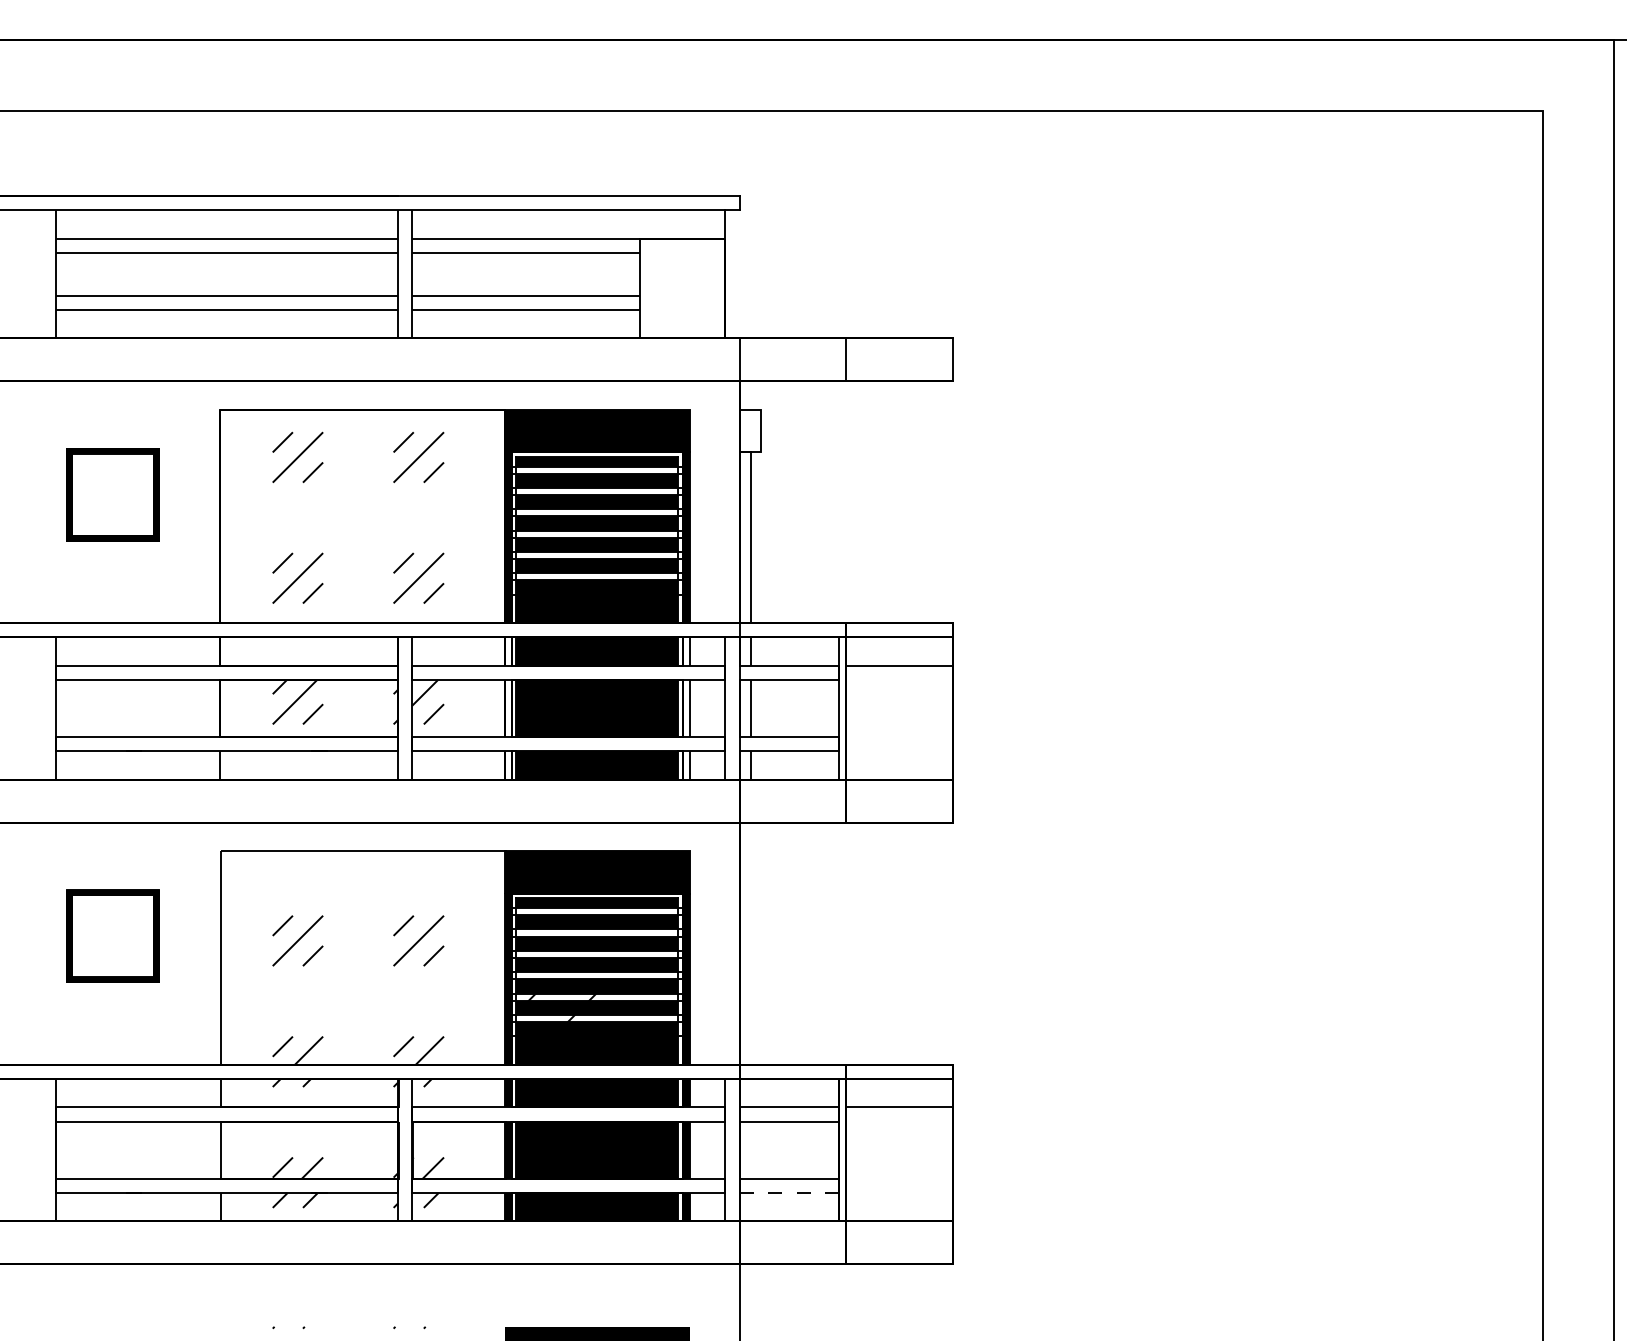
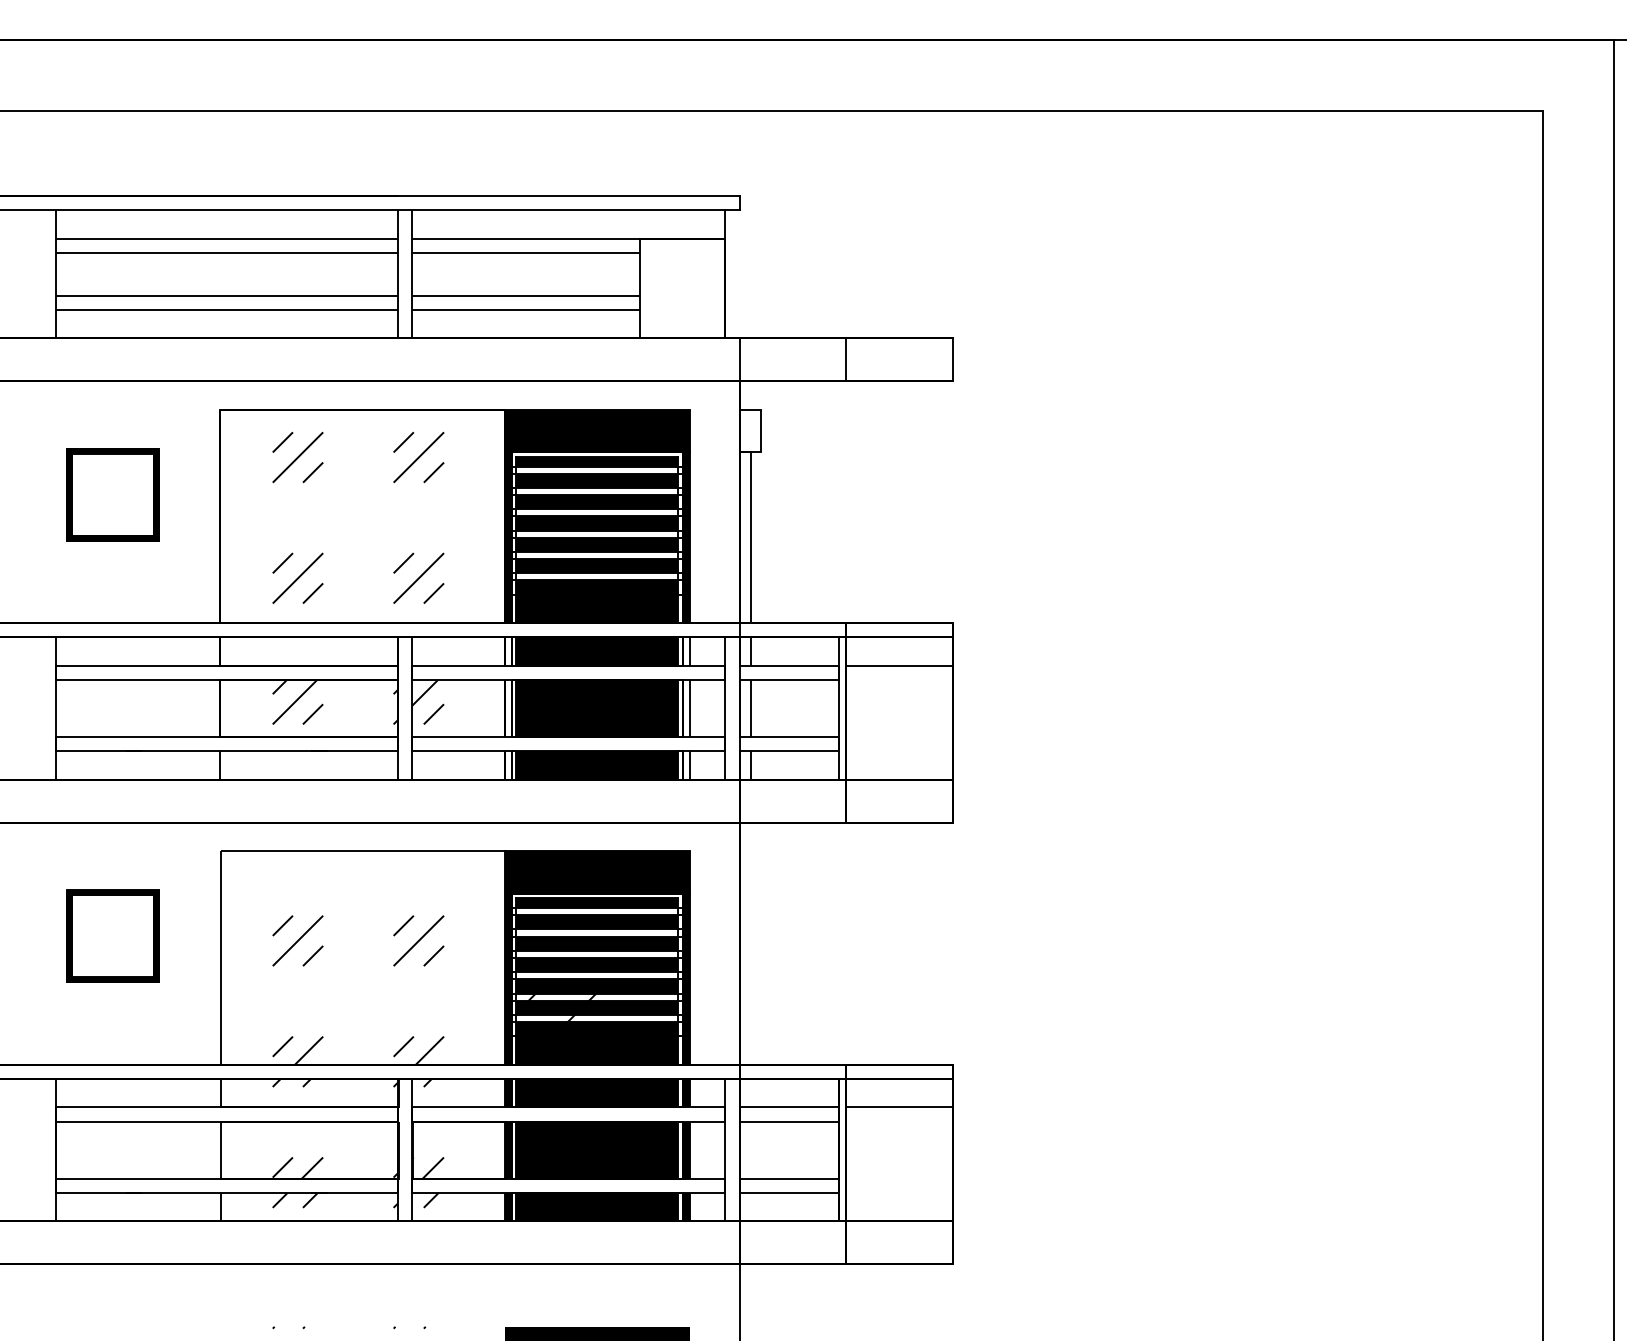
line at (789, 1192): dashed -> solid
